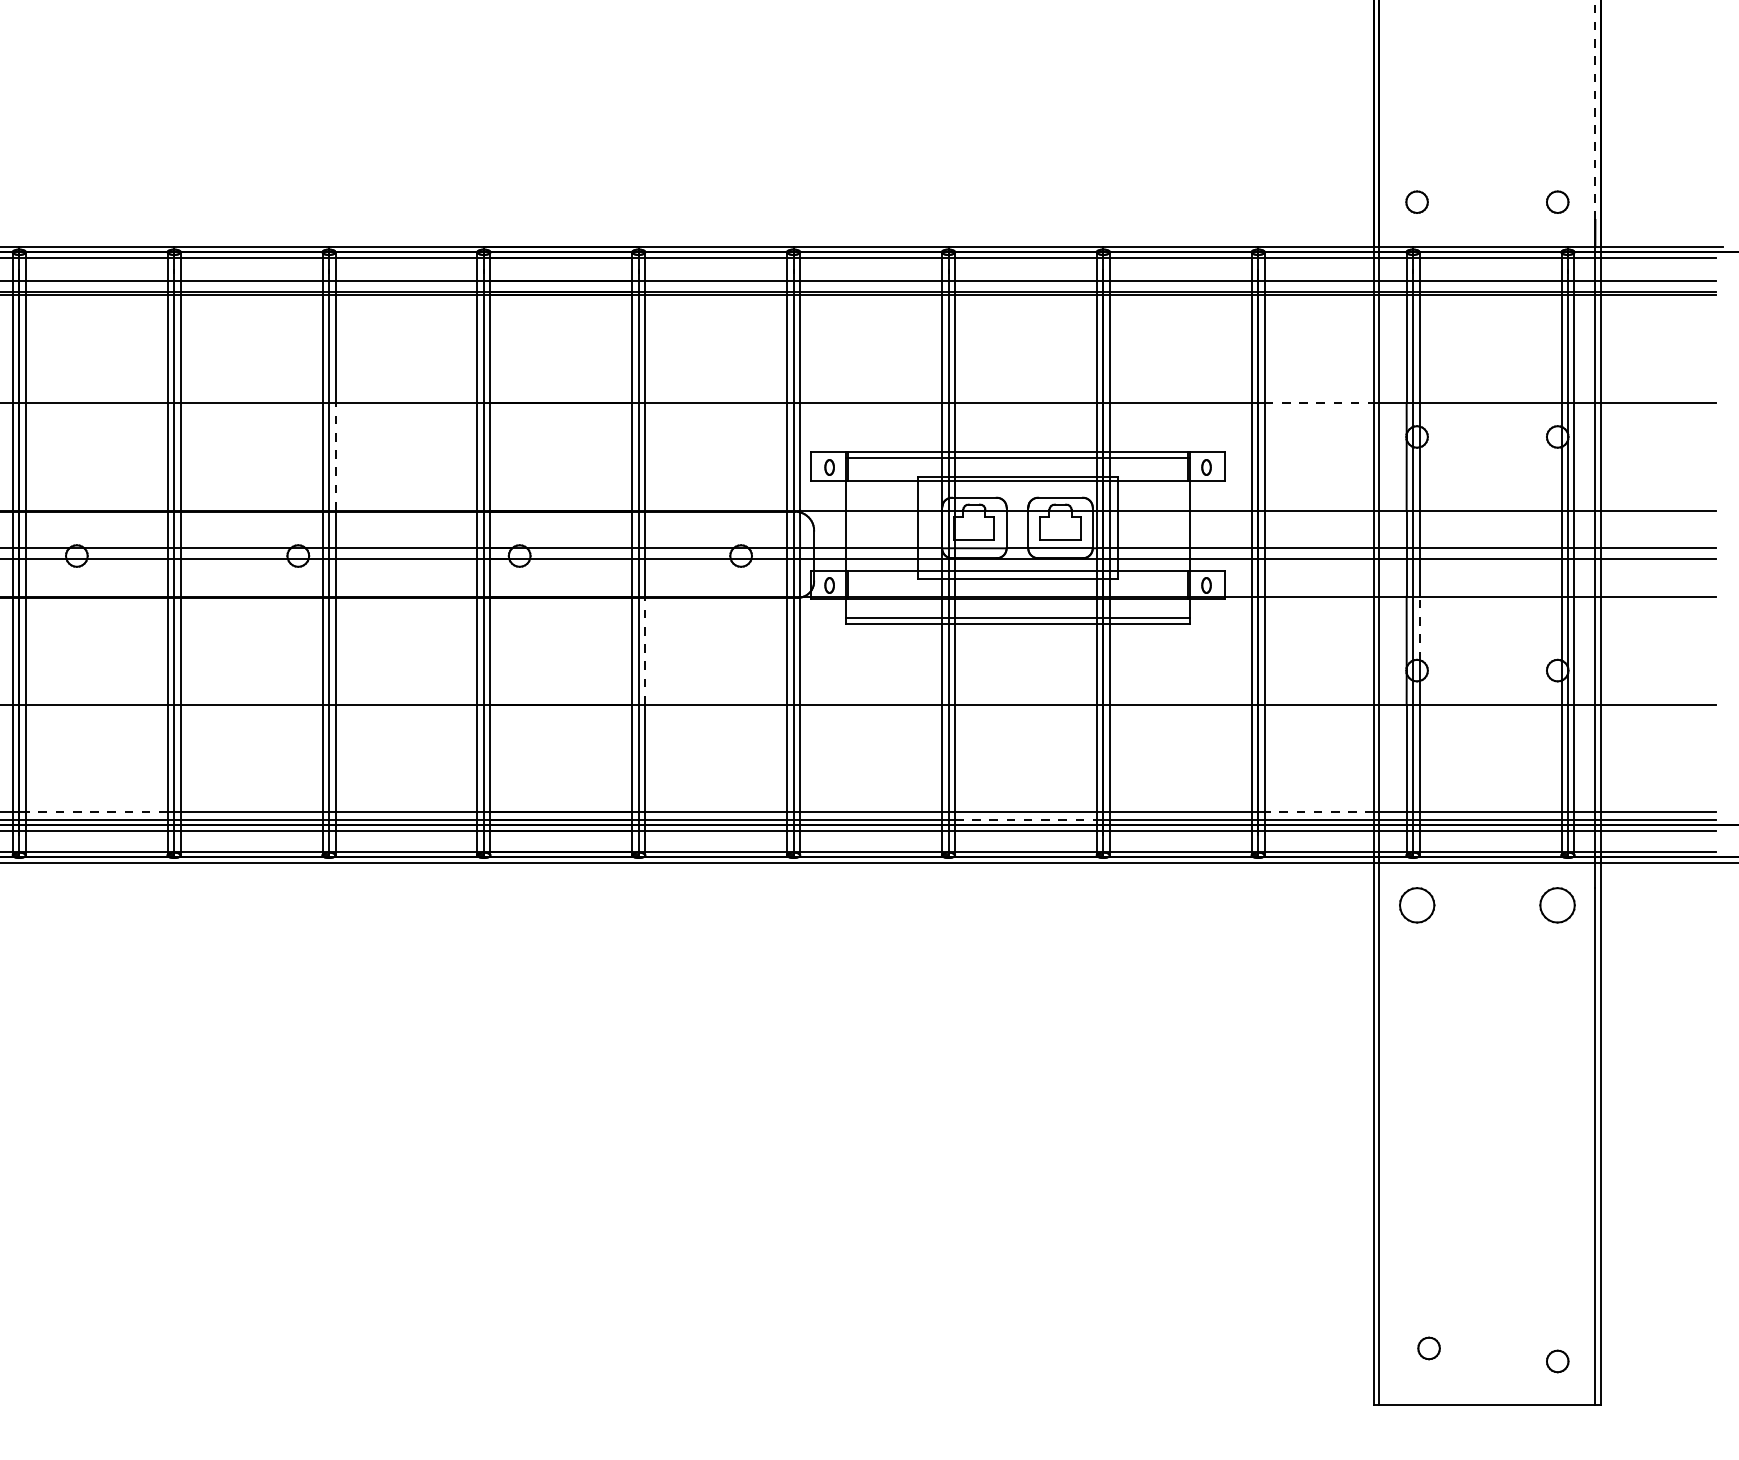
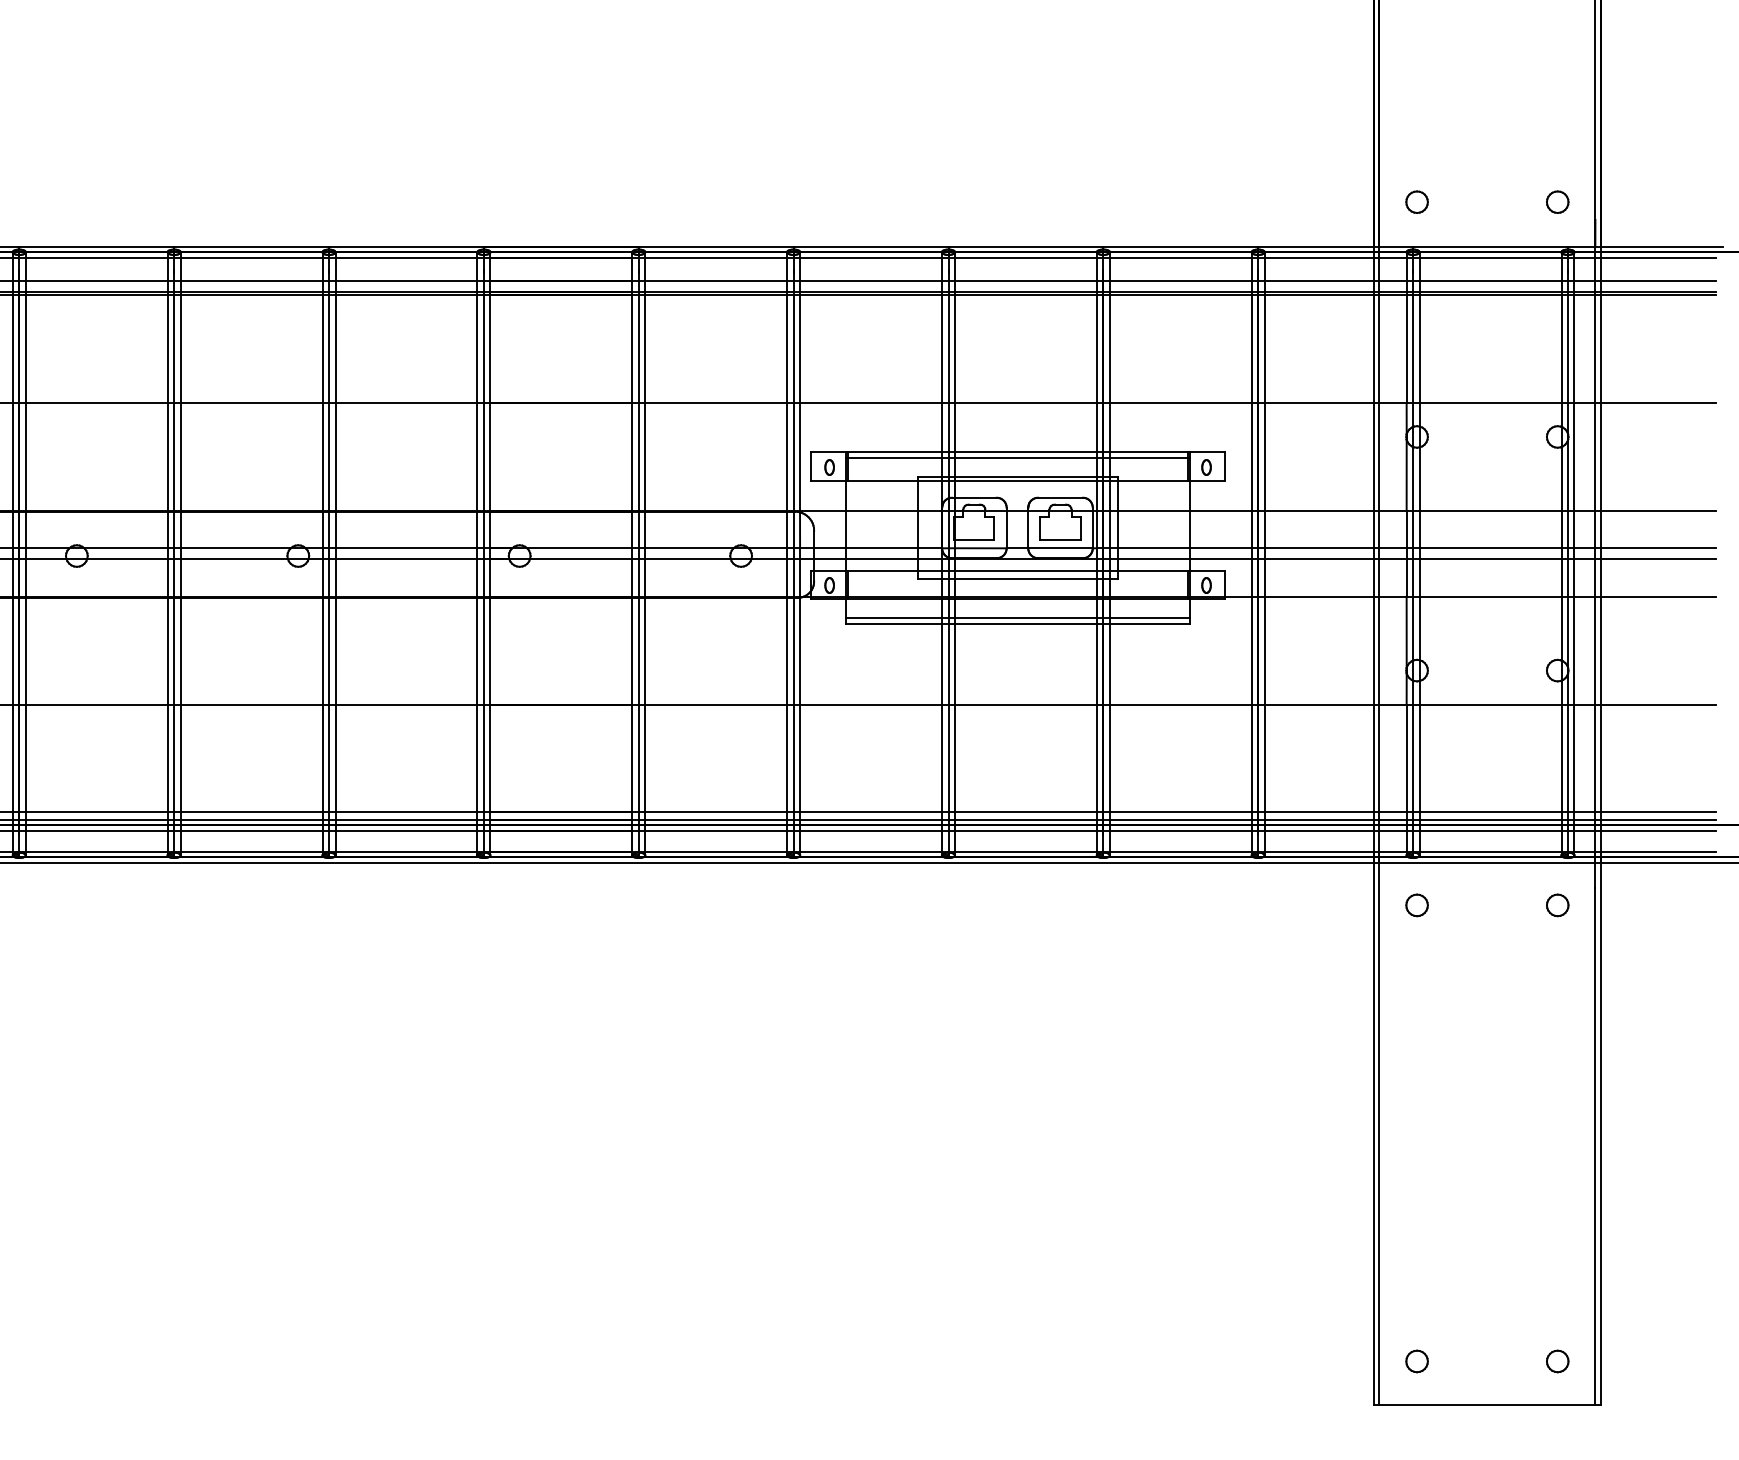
line at (1595, 110): dashed -> solid
line at (1319, 403): dashed -> solid
line at (335, 456): dashed -> solid
line at (1419, 628): dashed -> solid
line at (645, 650): dashed -> solid
line at (96, 812): dashed -> solid
line at (1319, 812): dashed -> solid
line at (1025, 819): dashed -> solid
part at (1417, 905) size: 37x37 px -> 24x25 px
part at (1557, 905) size: 37x37 px -> 24x25 px
part at (1428, 1348) position: (1428, 1348) -> (1416, 1361)
